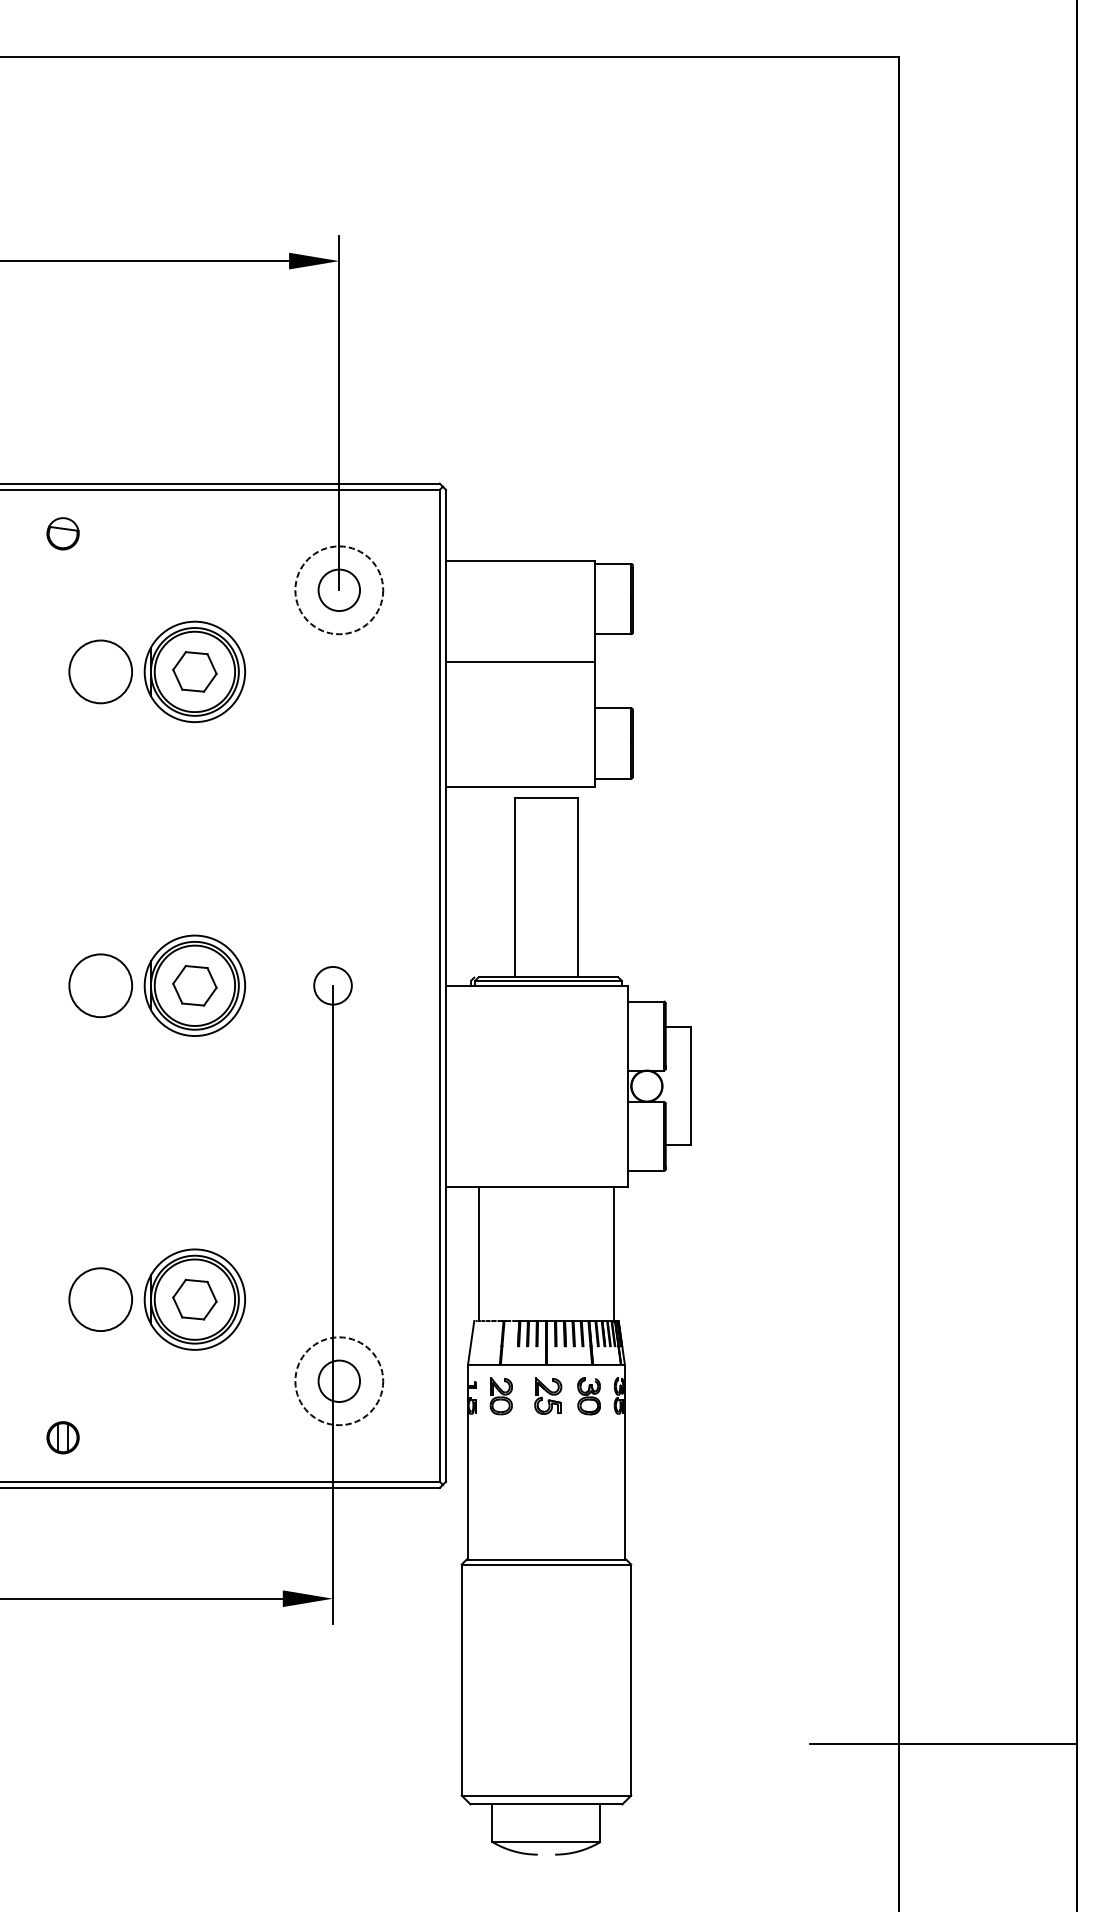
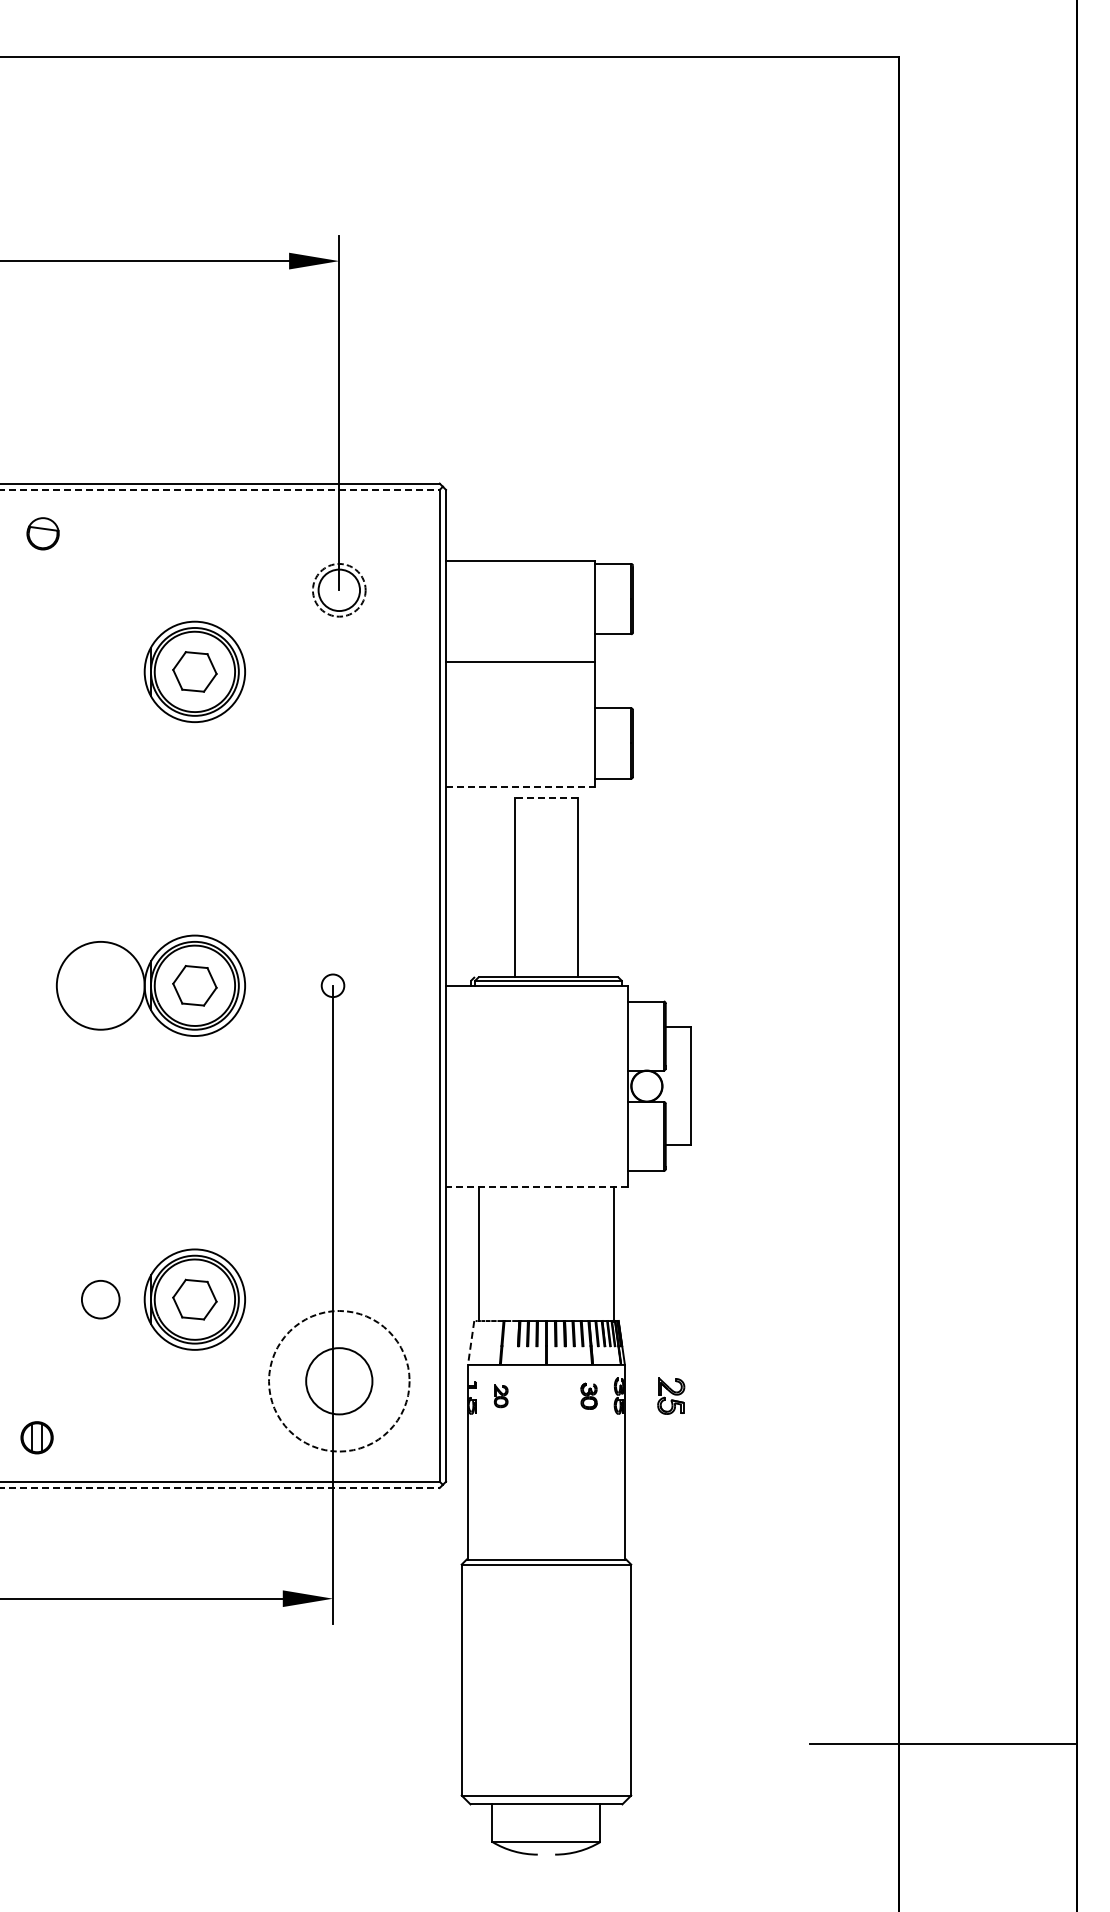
line at (220, 489): solid -> dashed
part at (62, 533) position: (62, 533) -> (42, 533)
circle at (339, 590) diameter: 88 px -> 53 px
circle at (100, 671): present -> none
line at (520, 787): solid -> dashed
line at (545, 798): solid -> dashed
circle at (100, 985) diameter: 63 px -> 88 px
circle at (332, 985) diameter: 38 px -> 23 px
line at (536, 1186): solid -> dashed
circle at (100, 1299) diameter: 63 px -> 38 px
line at (471, 1343): solid -> dashed
circle at (339, 1380) diameter: 41 px -> 66 px
circle at (339, 1381) diameter: 88 px -> 141 px
part at (548, 1395) position: (548, 1395) -> (671, 1395)
part at (500, 1396) size: 24x39 px -> 15x25 px
part at (588, 1396) size: 24x39 px -> 18x28 px
part at (62, 1437) position: (62, 1437) -> (36, 1437)
line at (220, 1488): solid -> dashed
